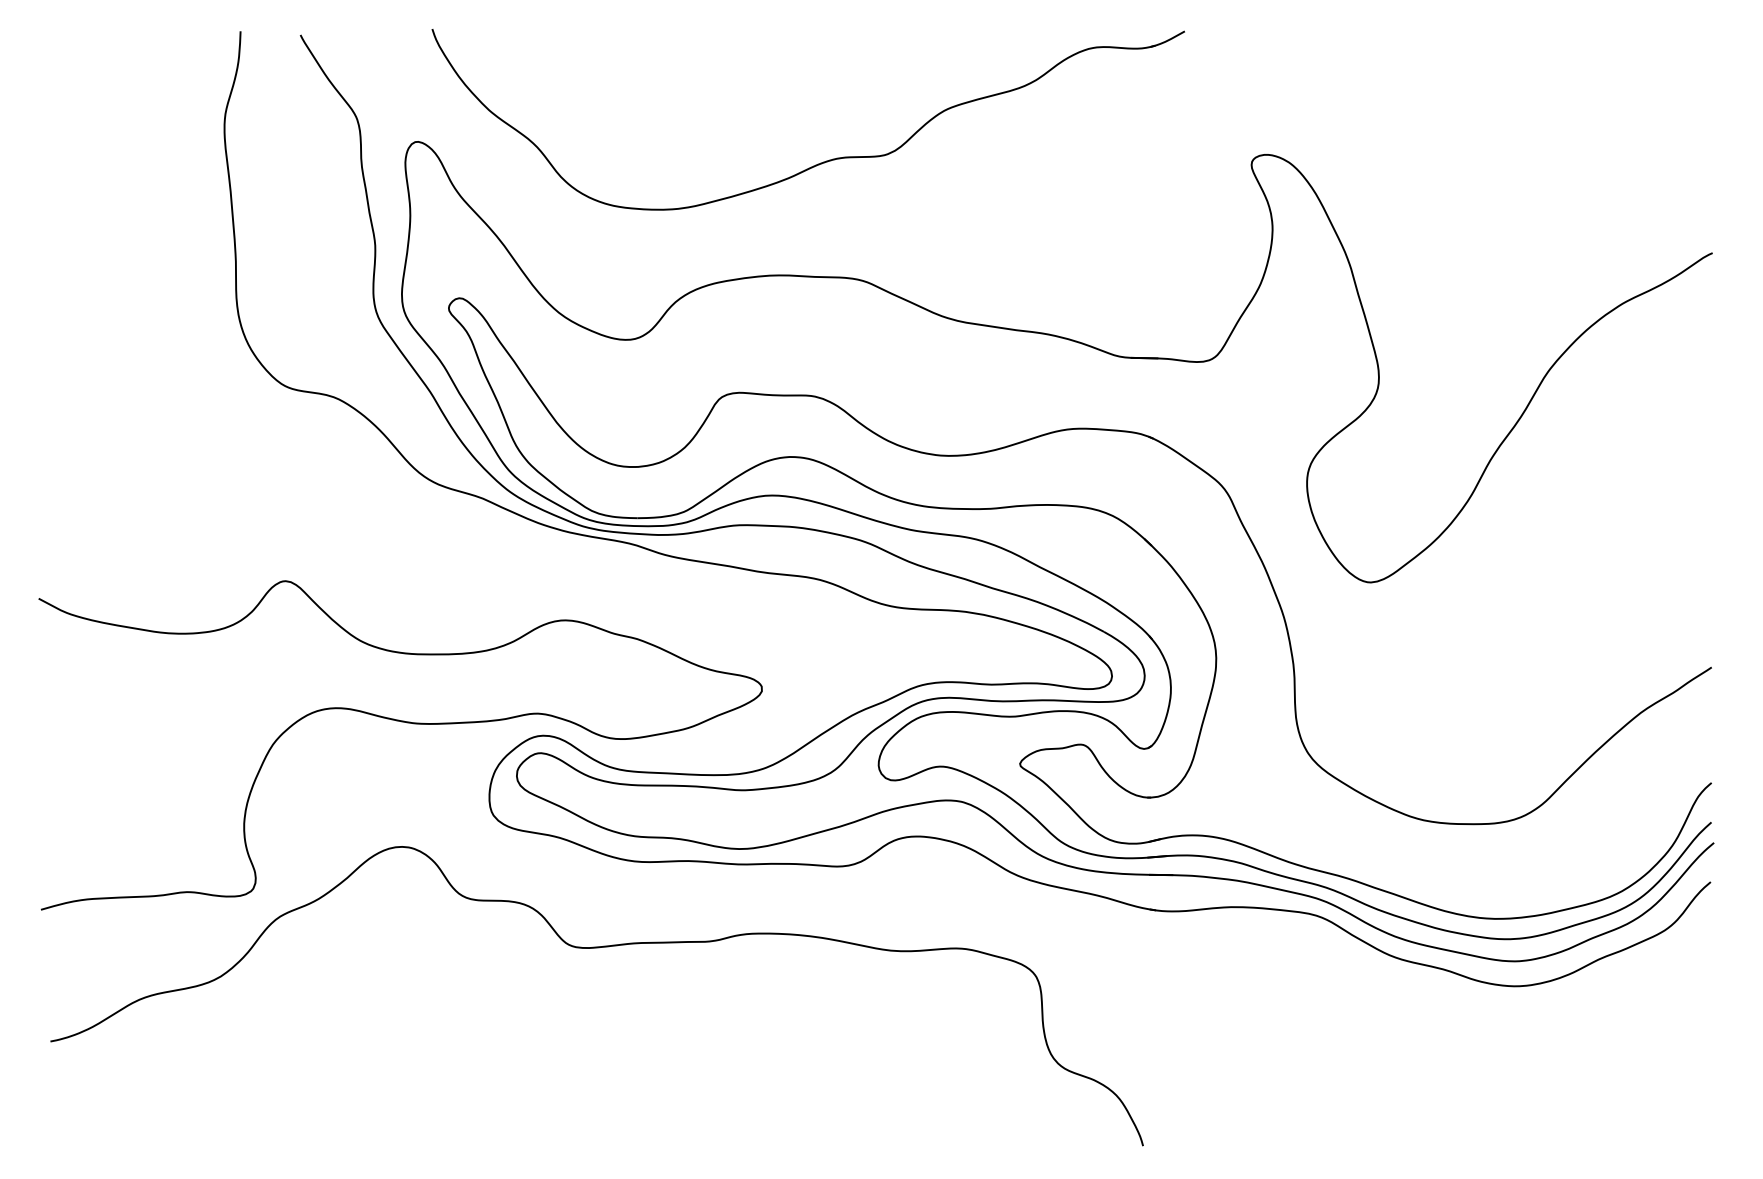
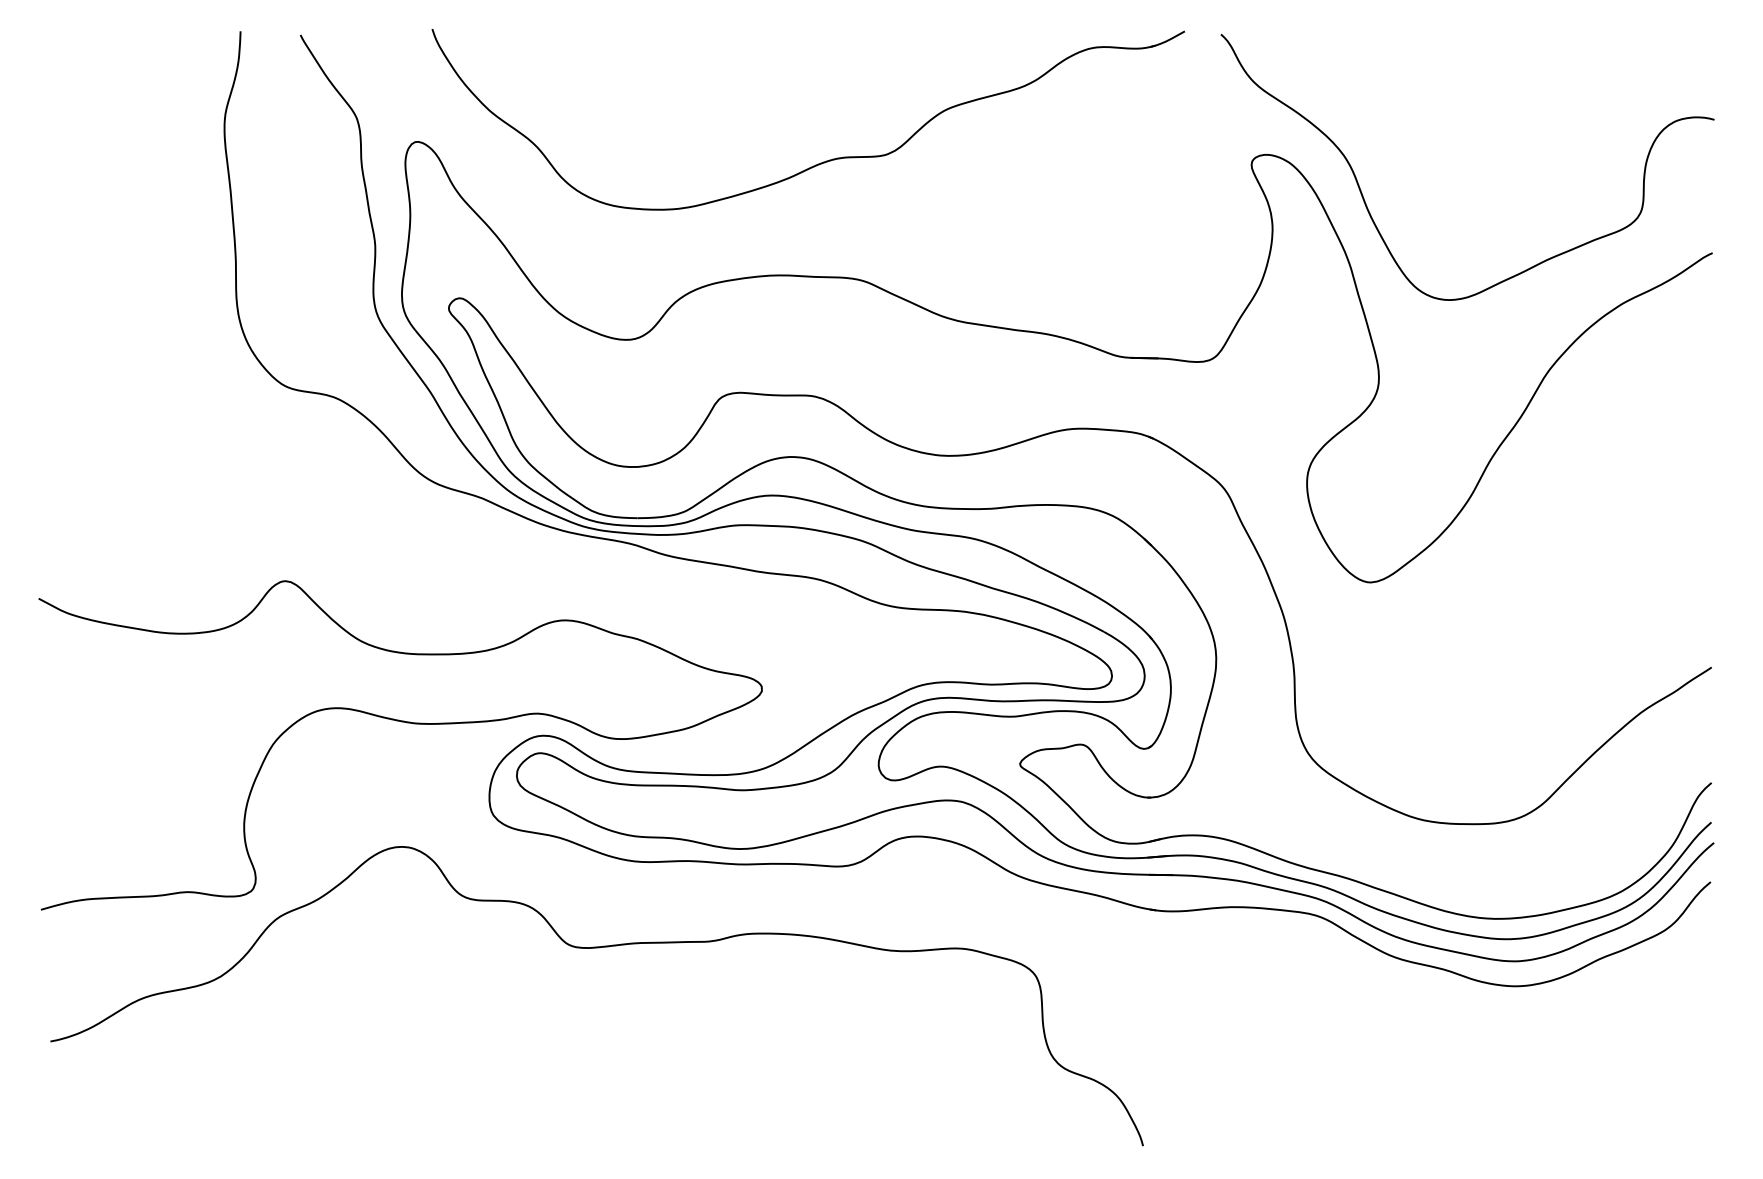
curve at (1369, 210): none -> present
